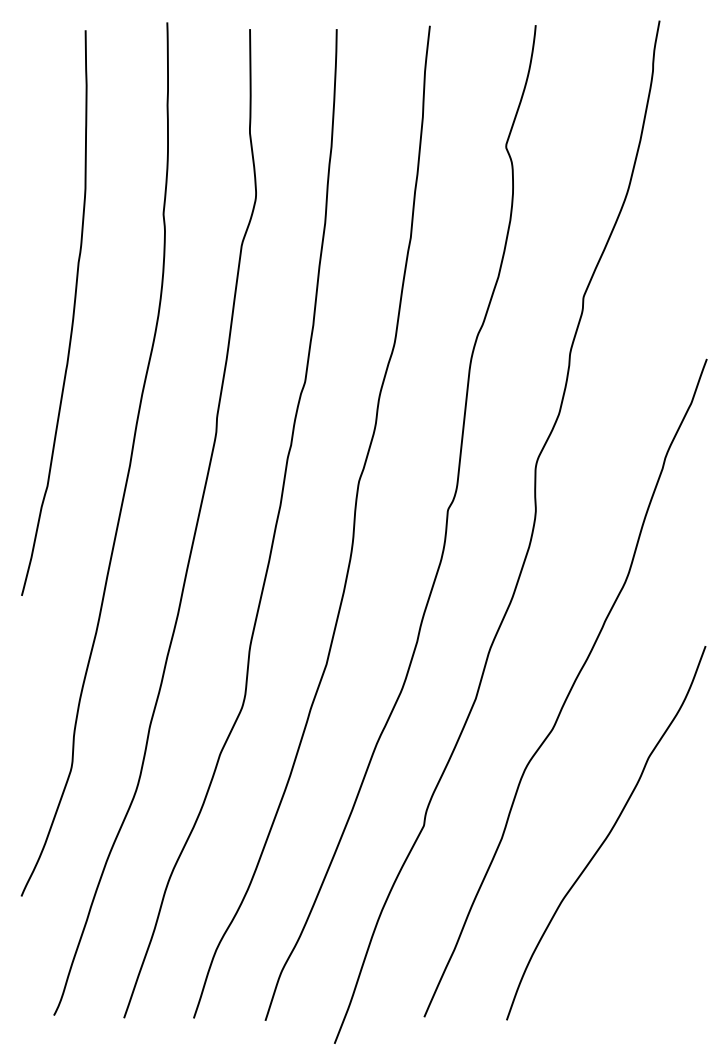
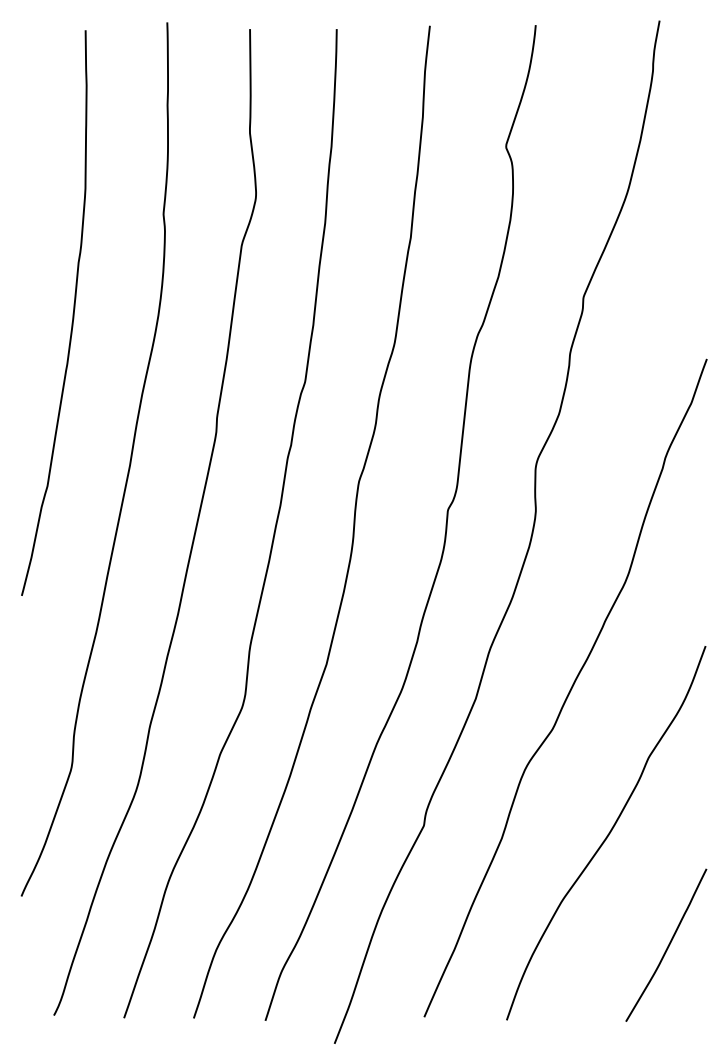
curve at (667, 945): none -> present
